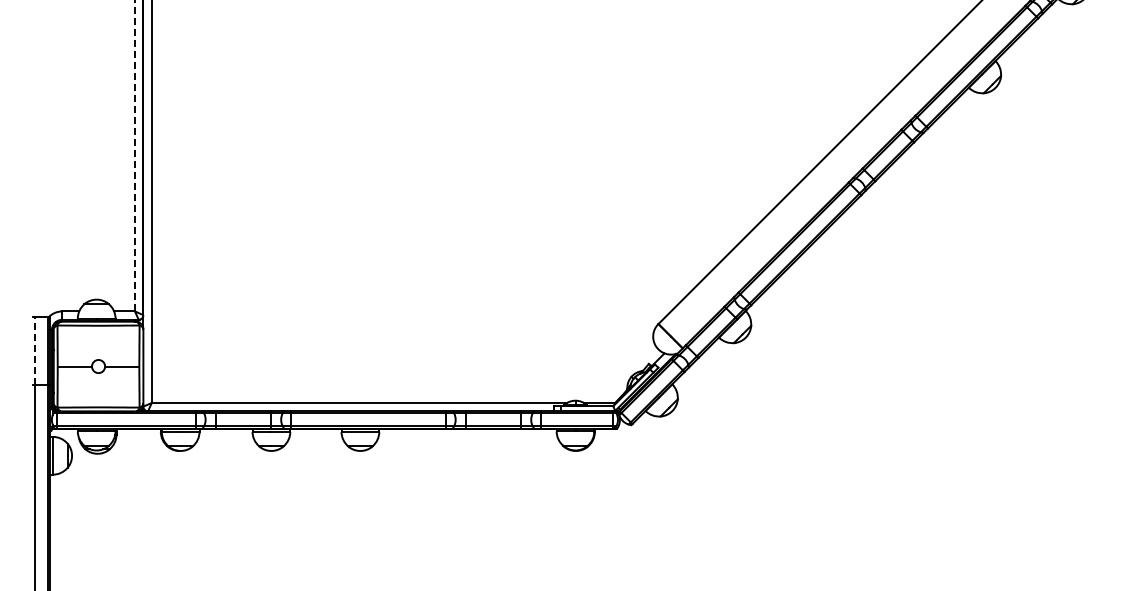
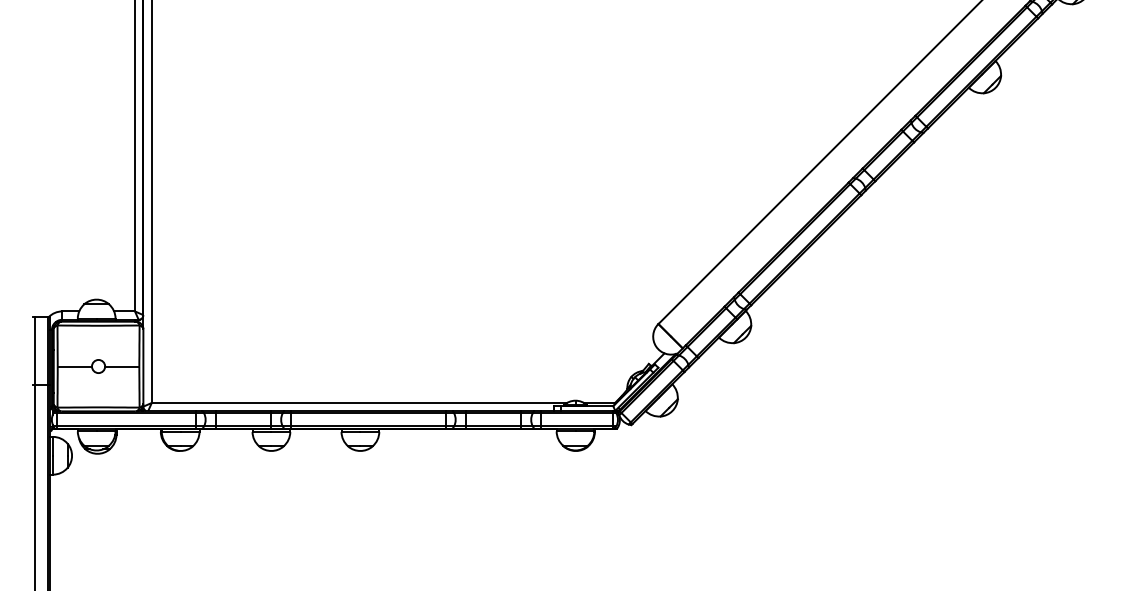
line at (135, 155): dashed -> solid
line at (34, 350): dashed -> solid
